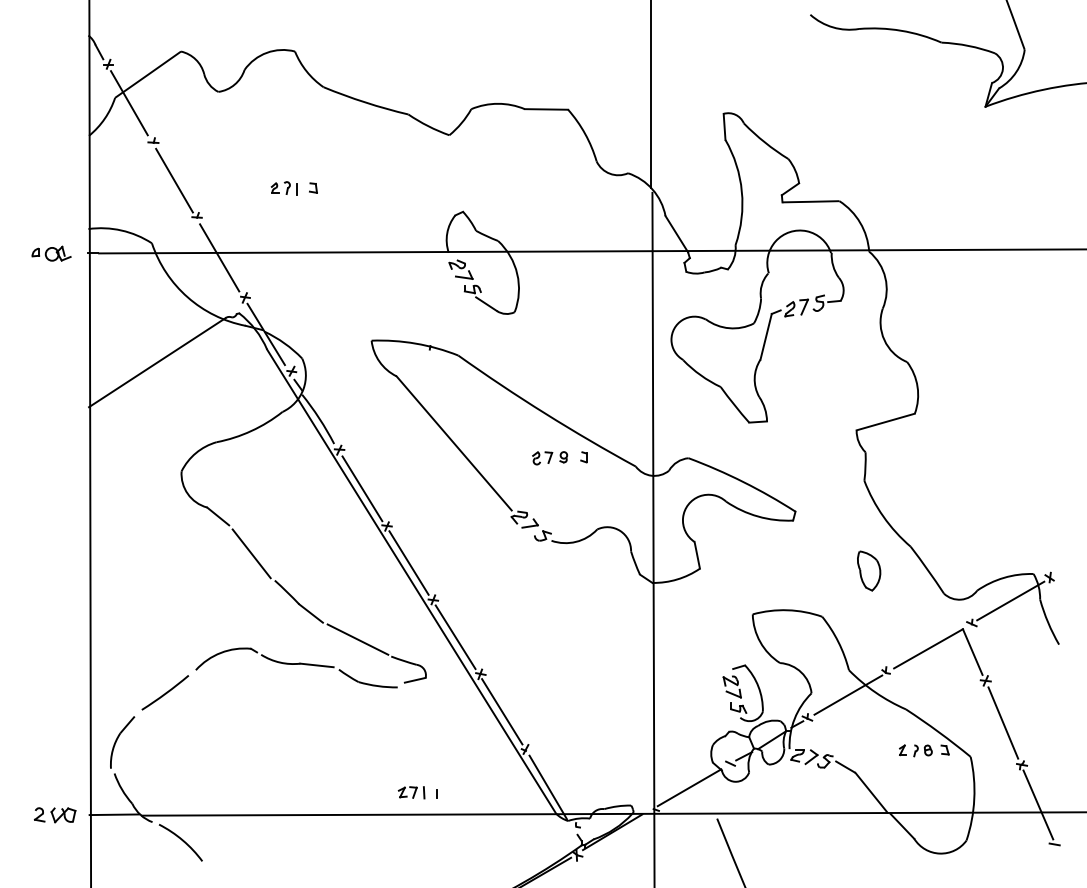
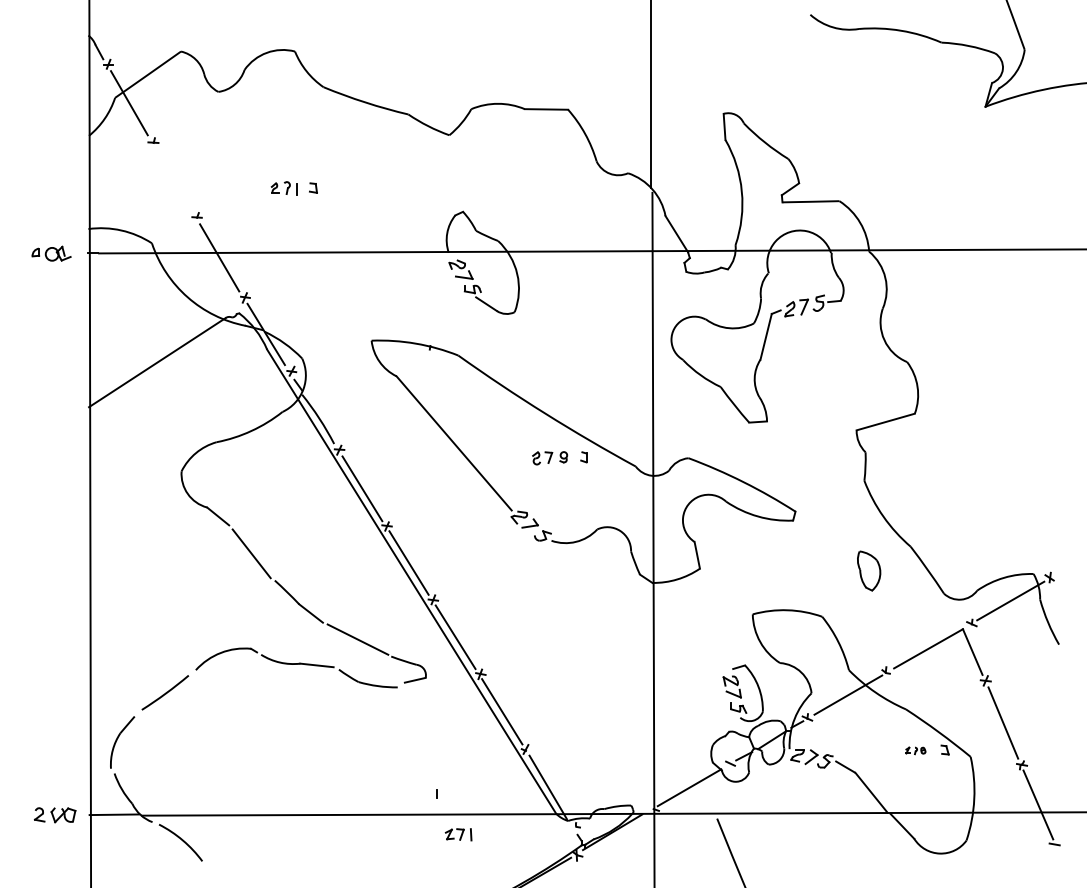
line at (174, 180): present -> none
part at (915, 750) size: 34x14 px -> 22x10 px
part at (411, 792) position: (411, 792) -> (458, 834)
